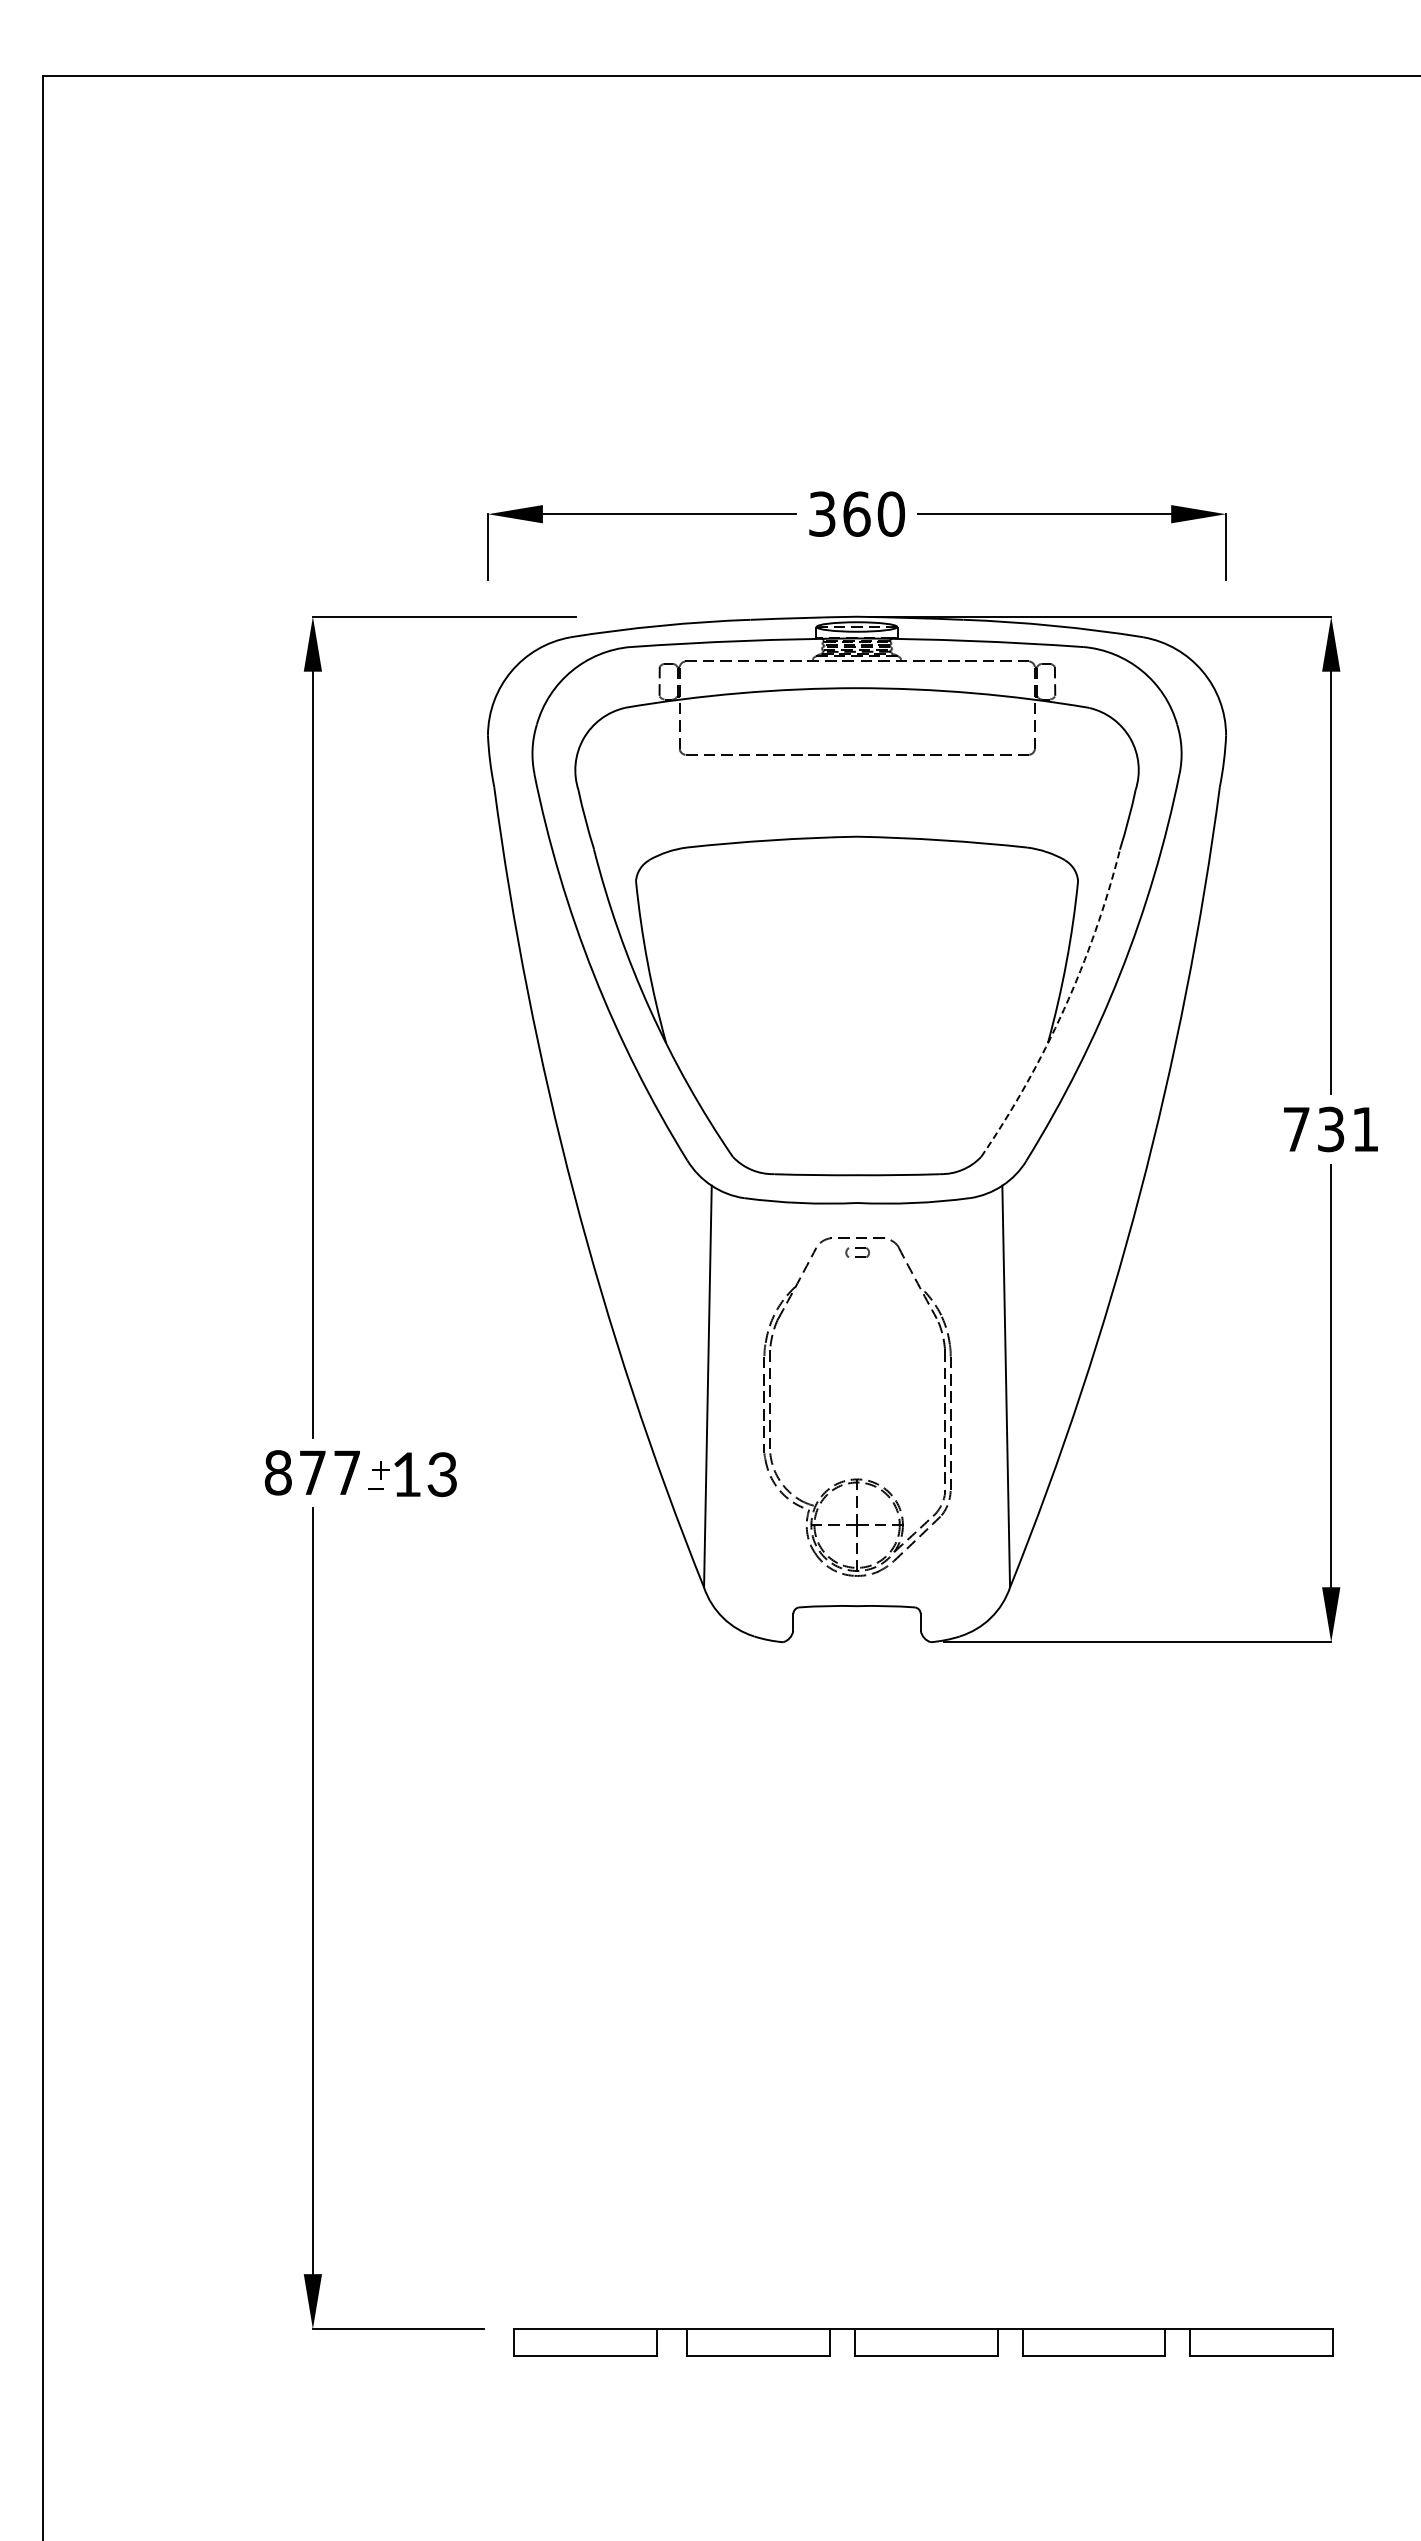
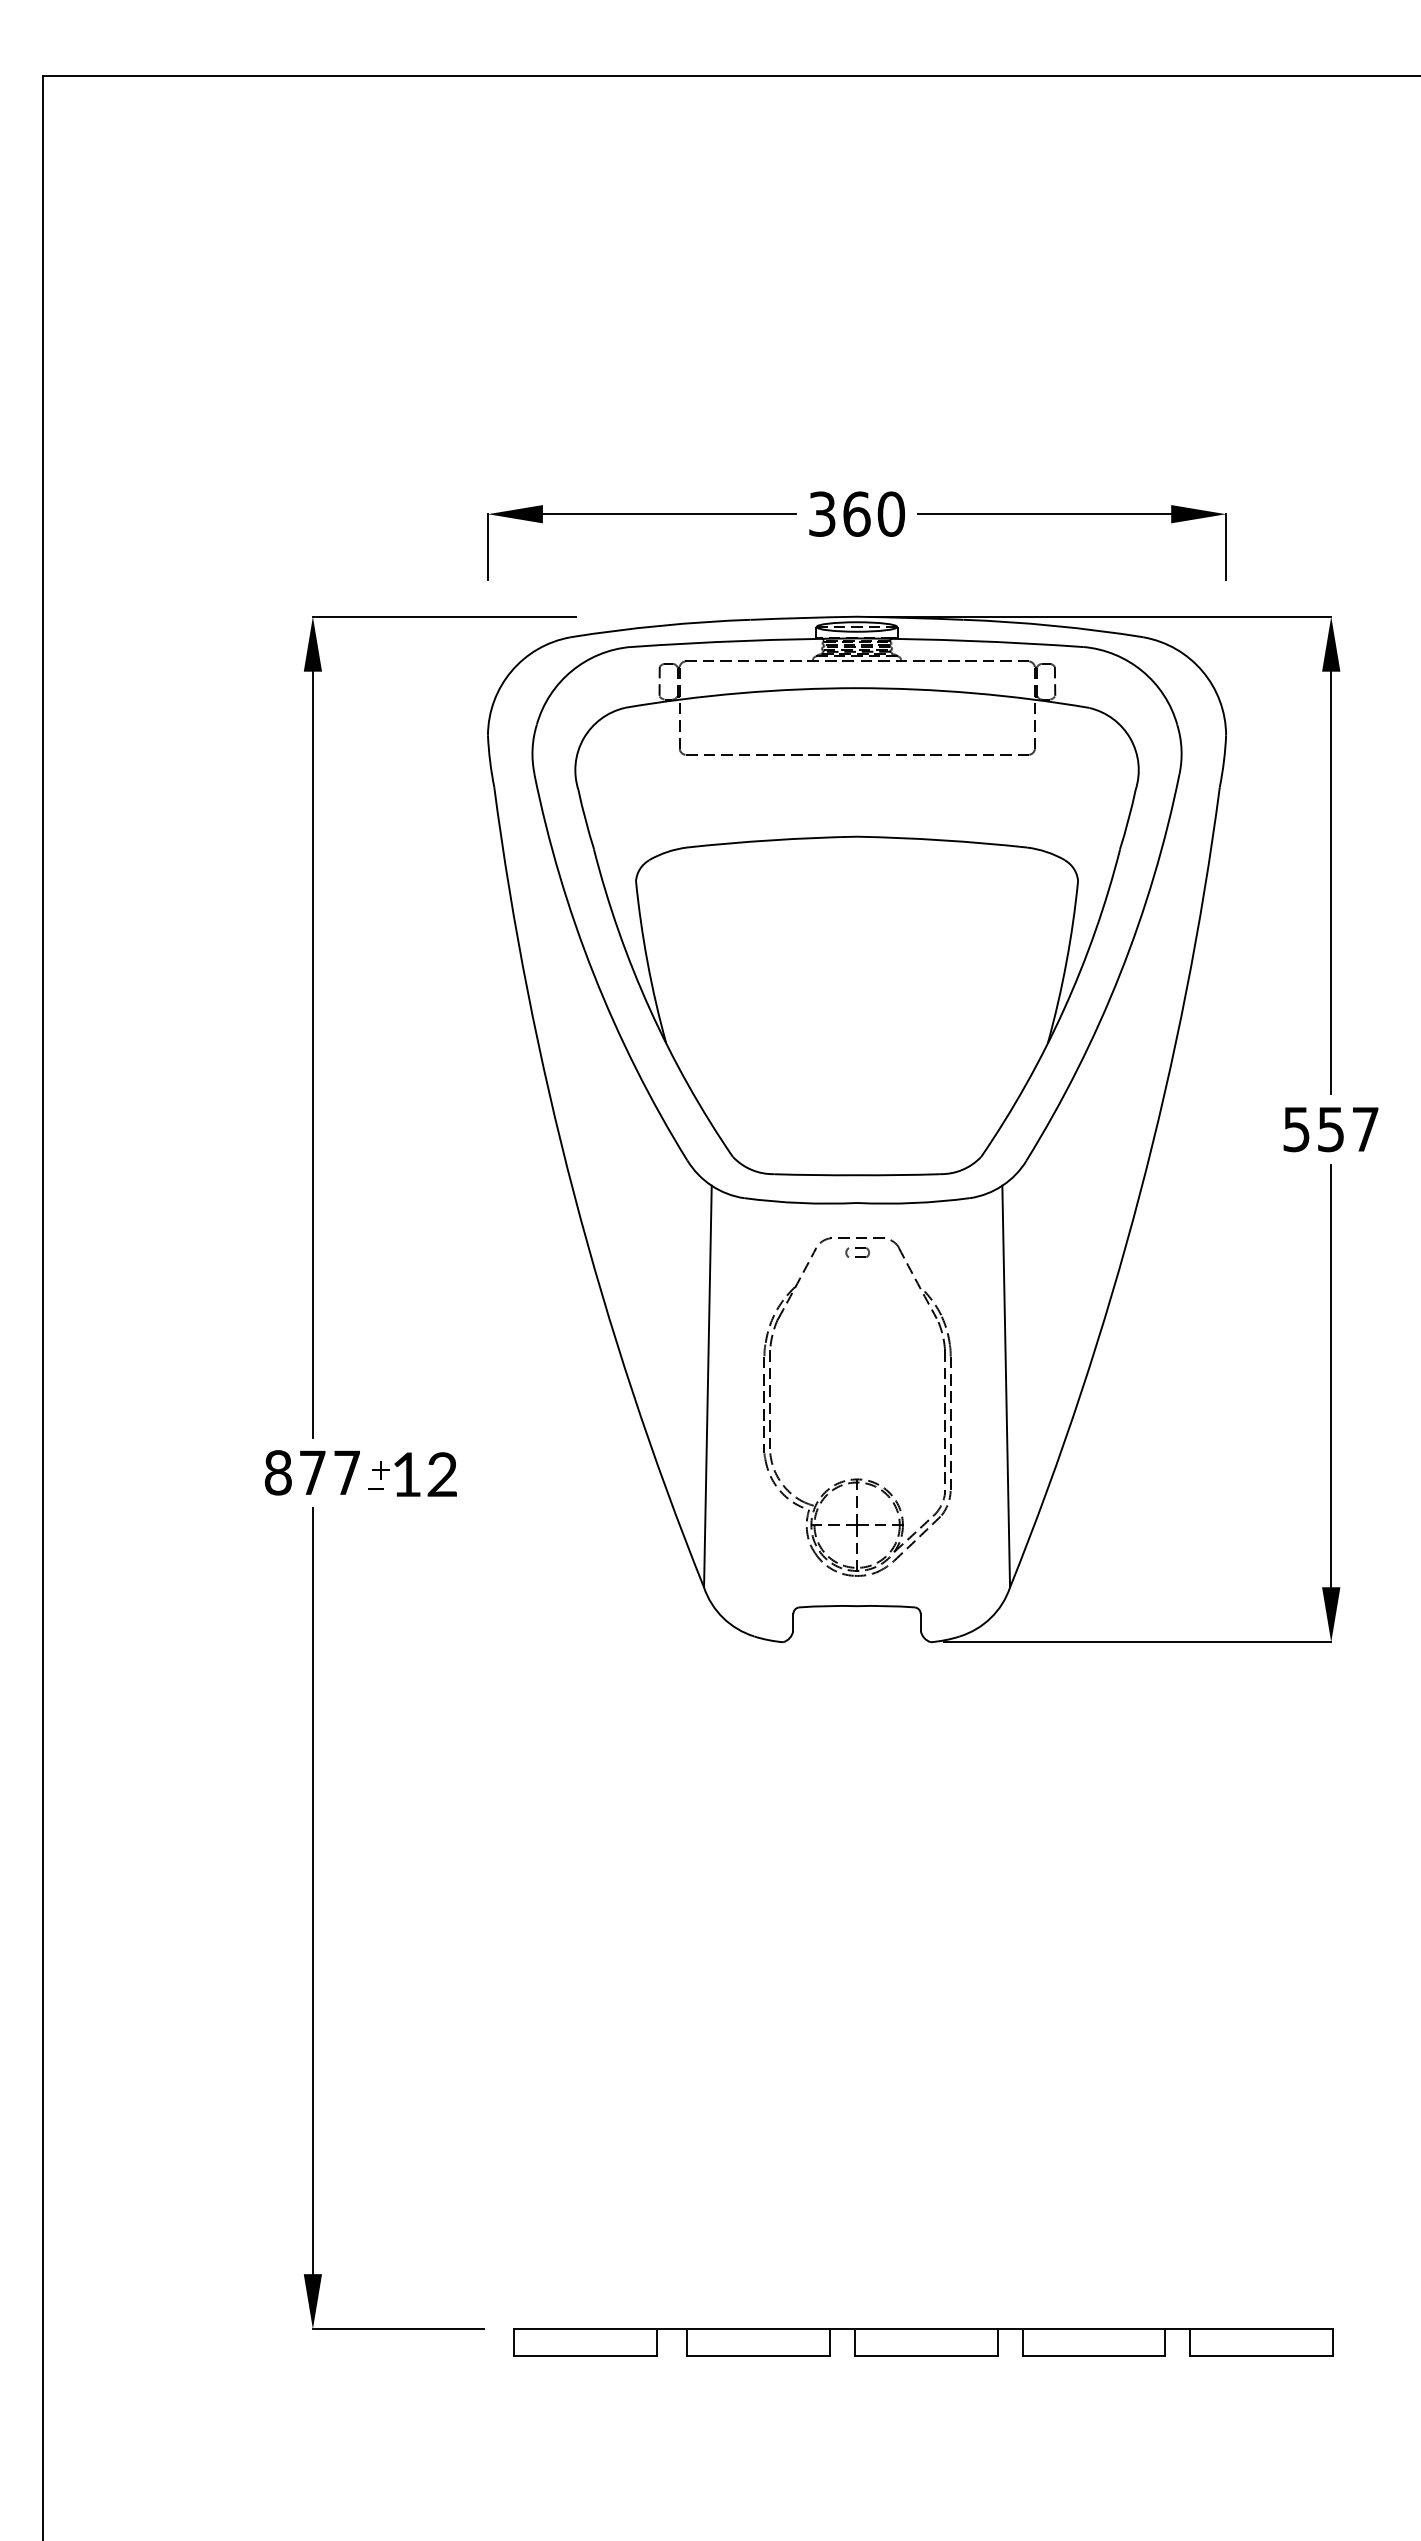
arc at (1064, 1009): dashed -> solid
text at (1330, 1129): 731 -> 557
text at (441, 1475): 13 -> 12
